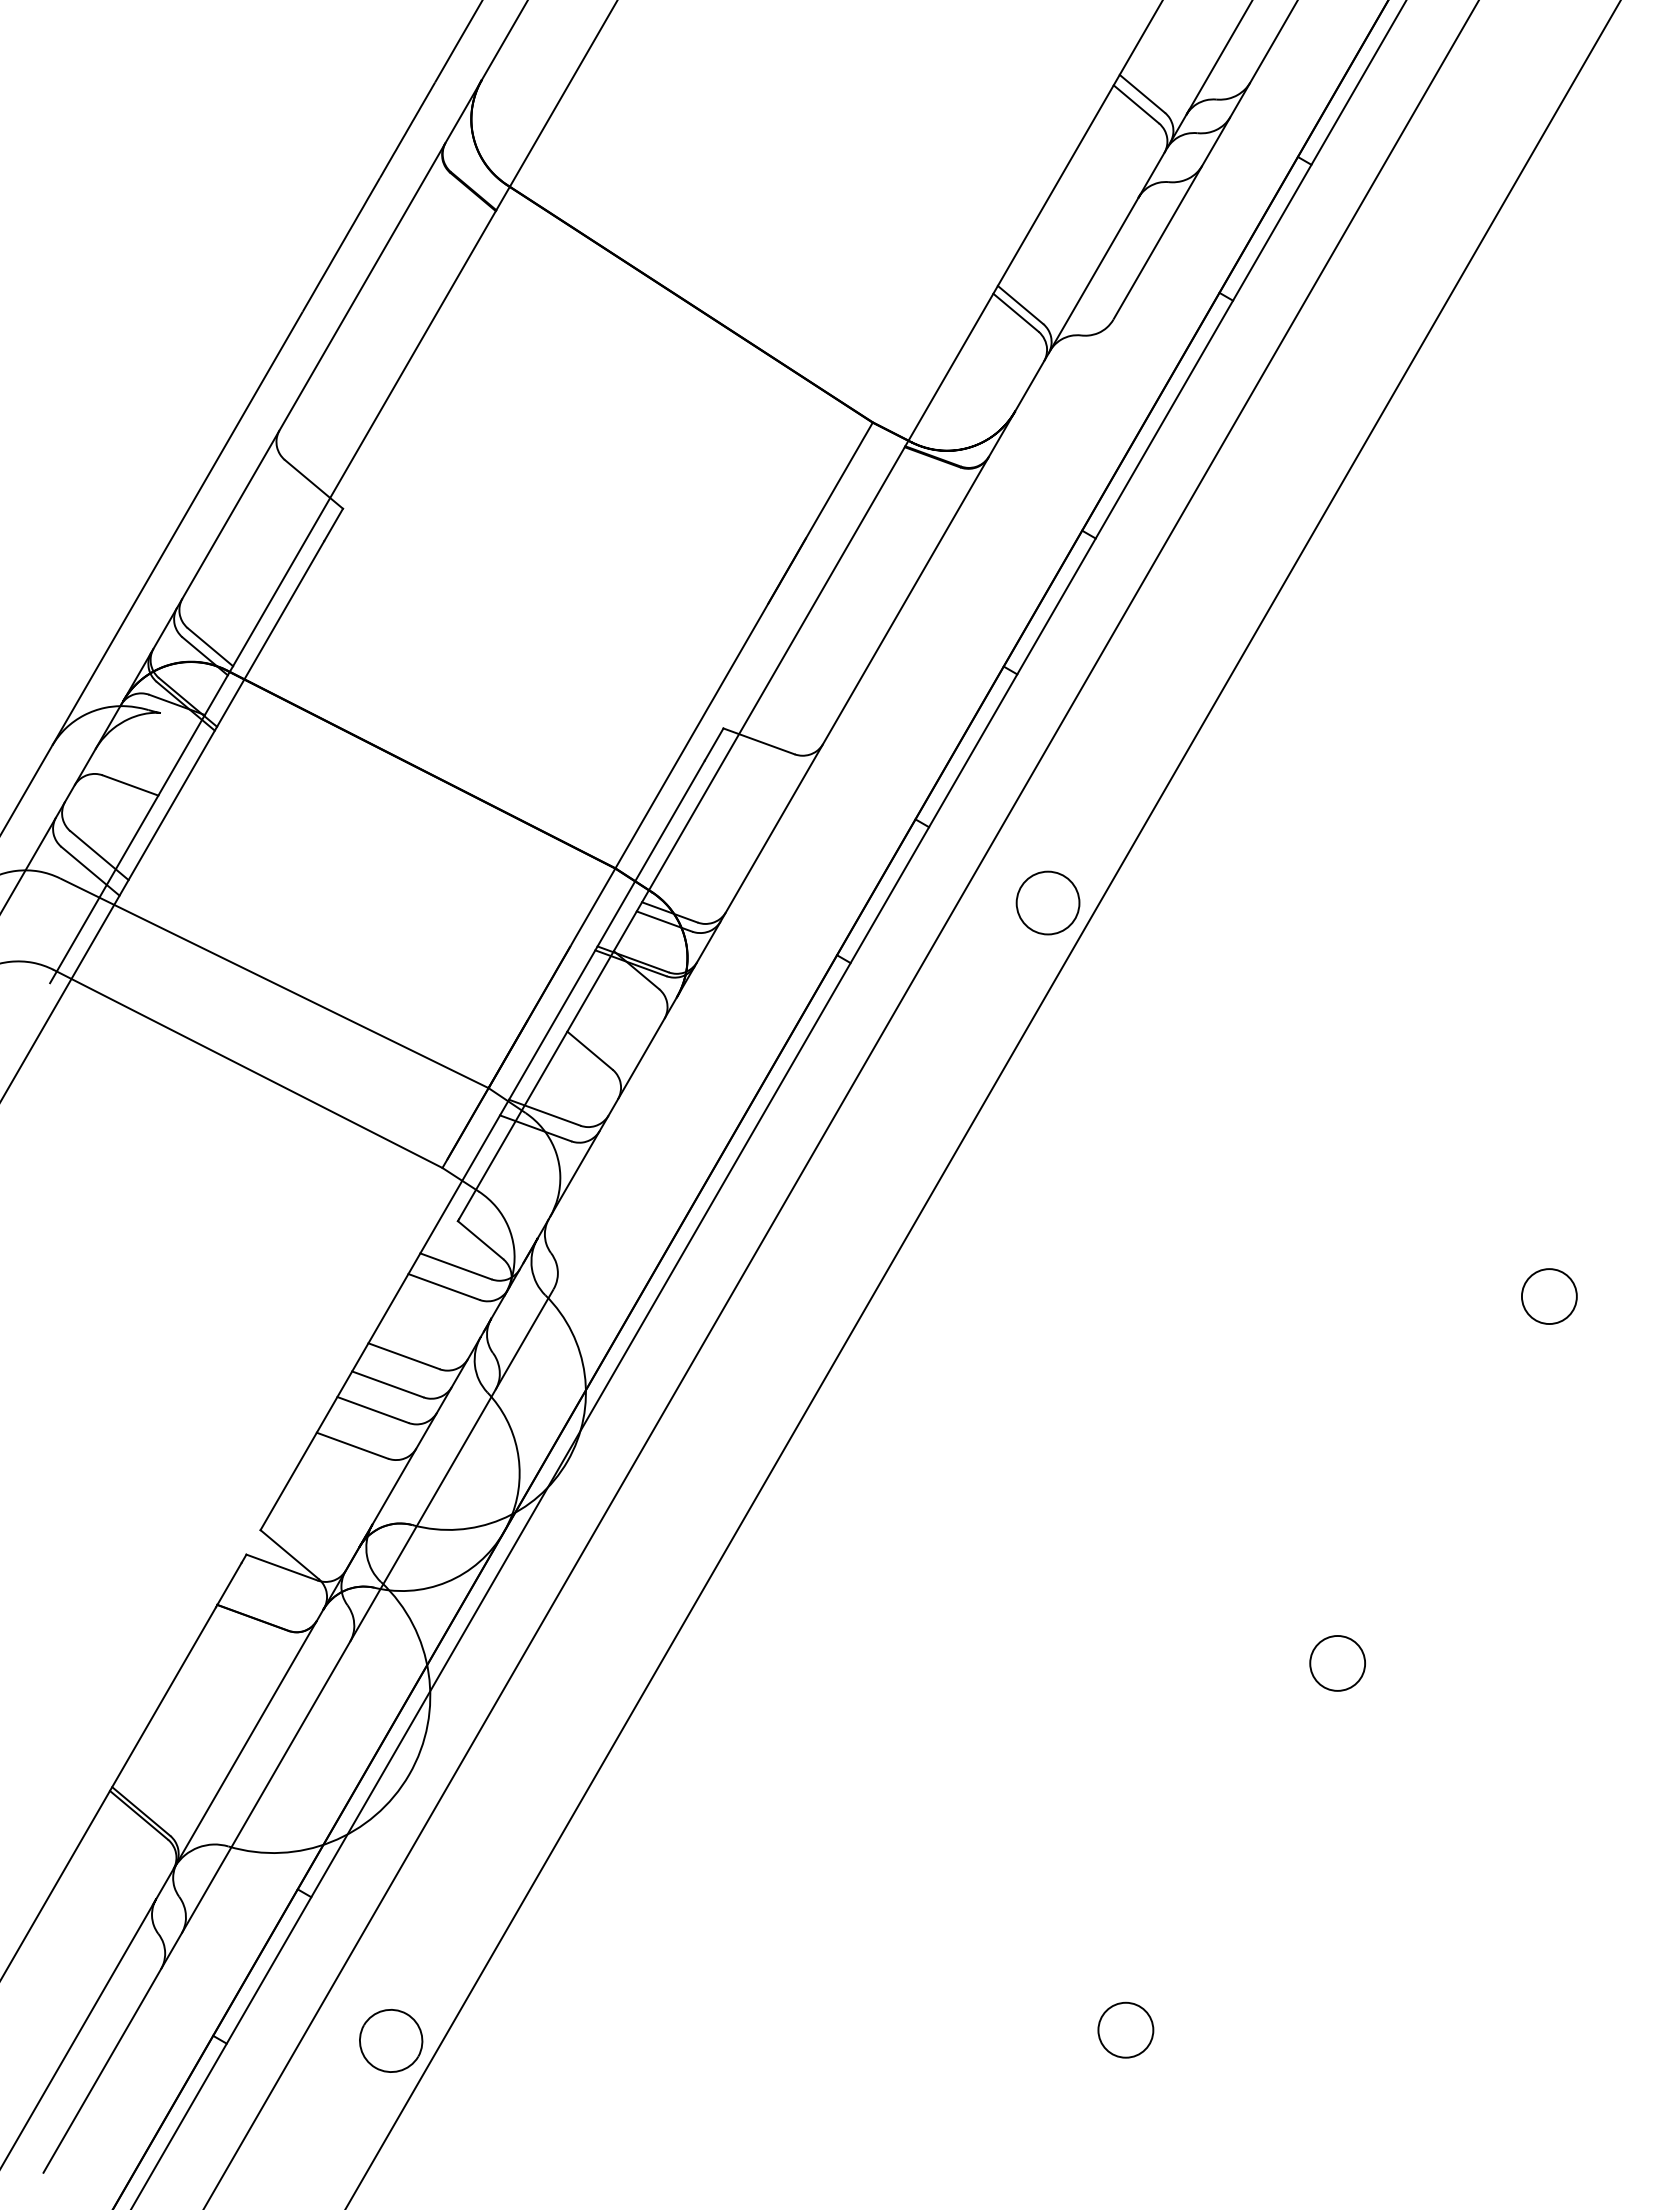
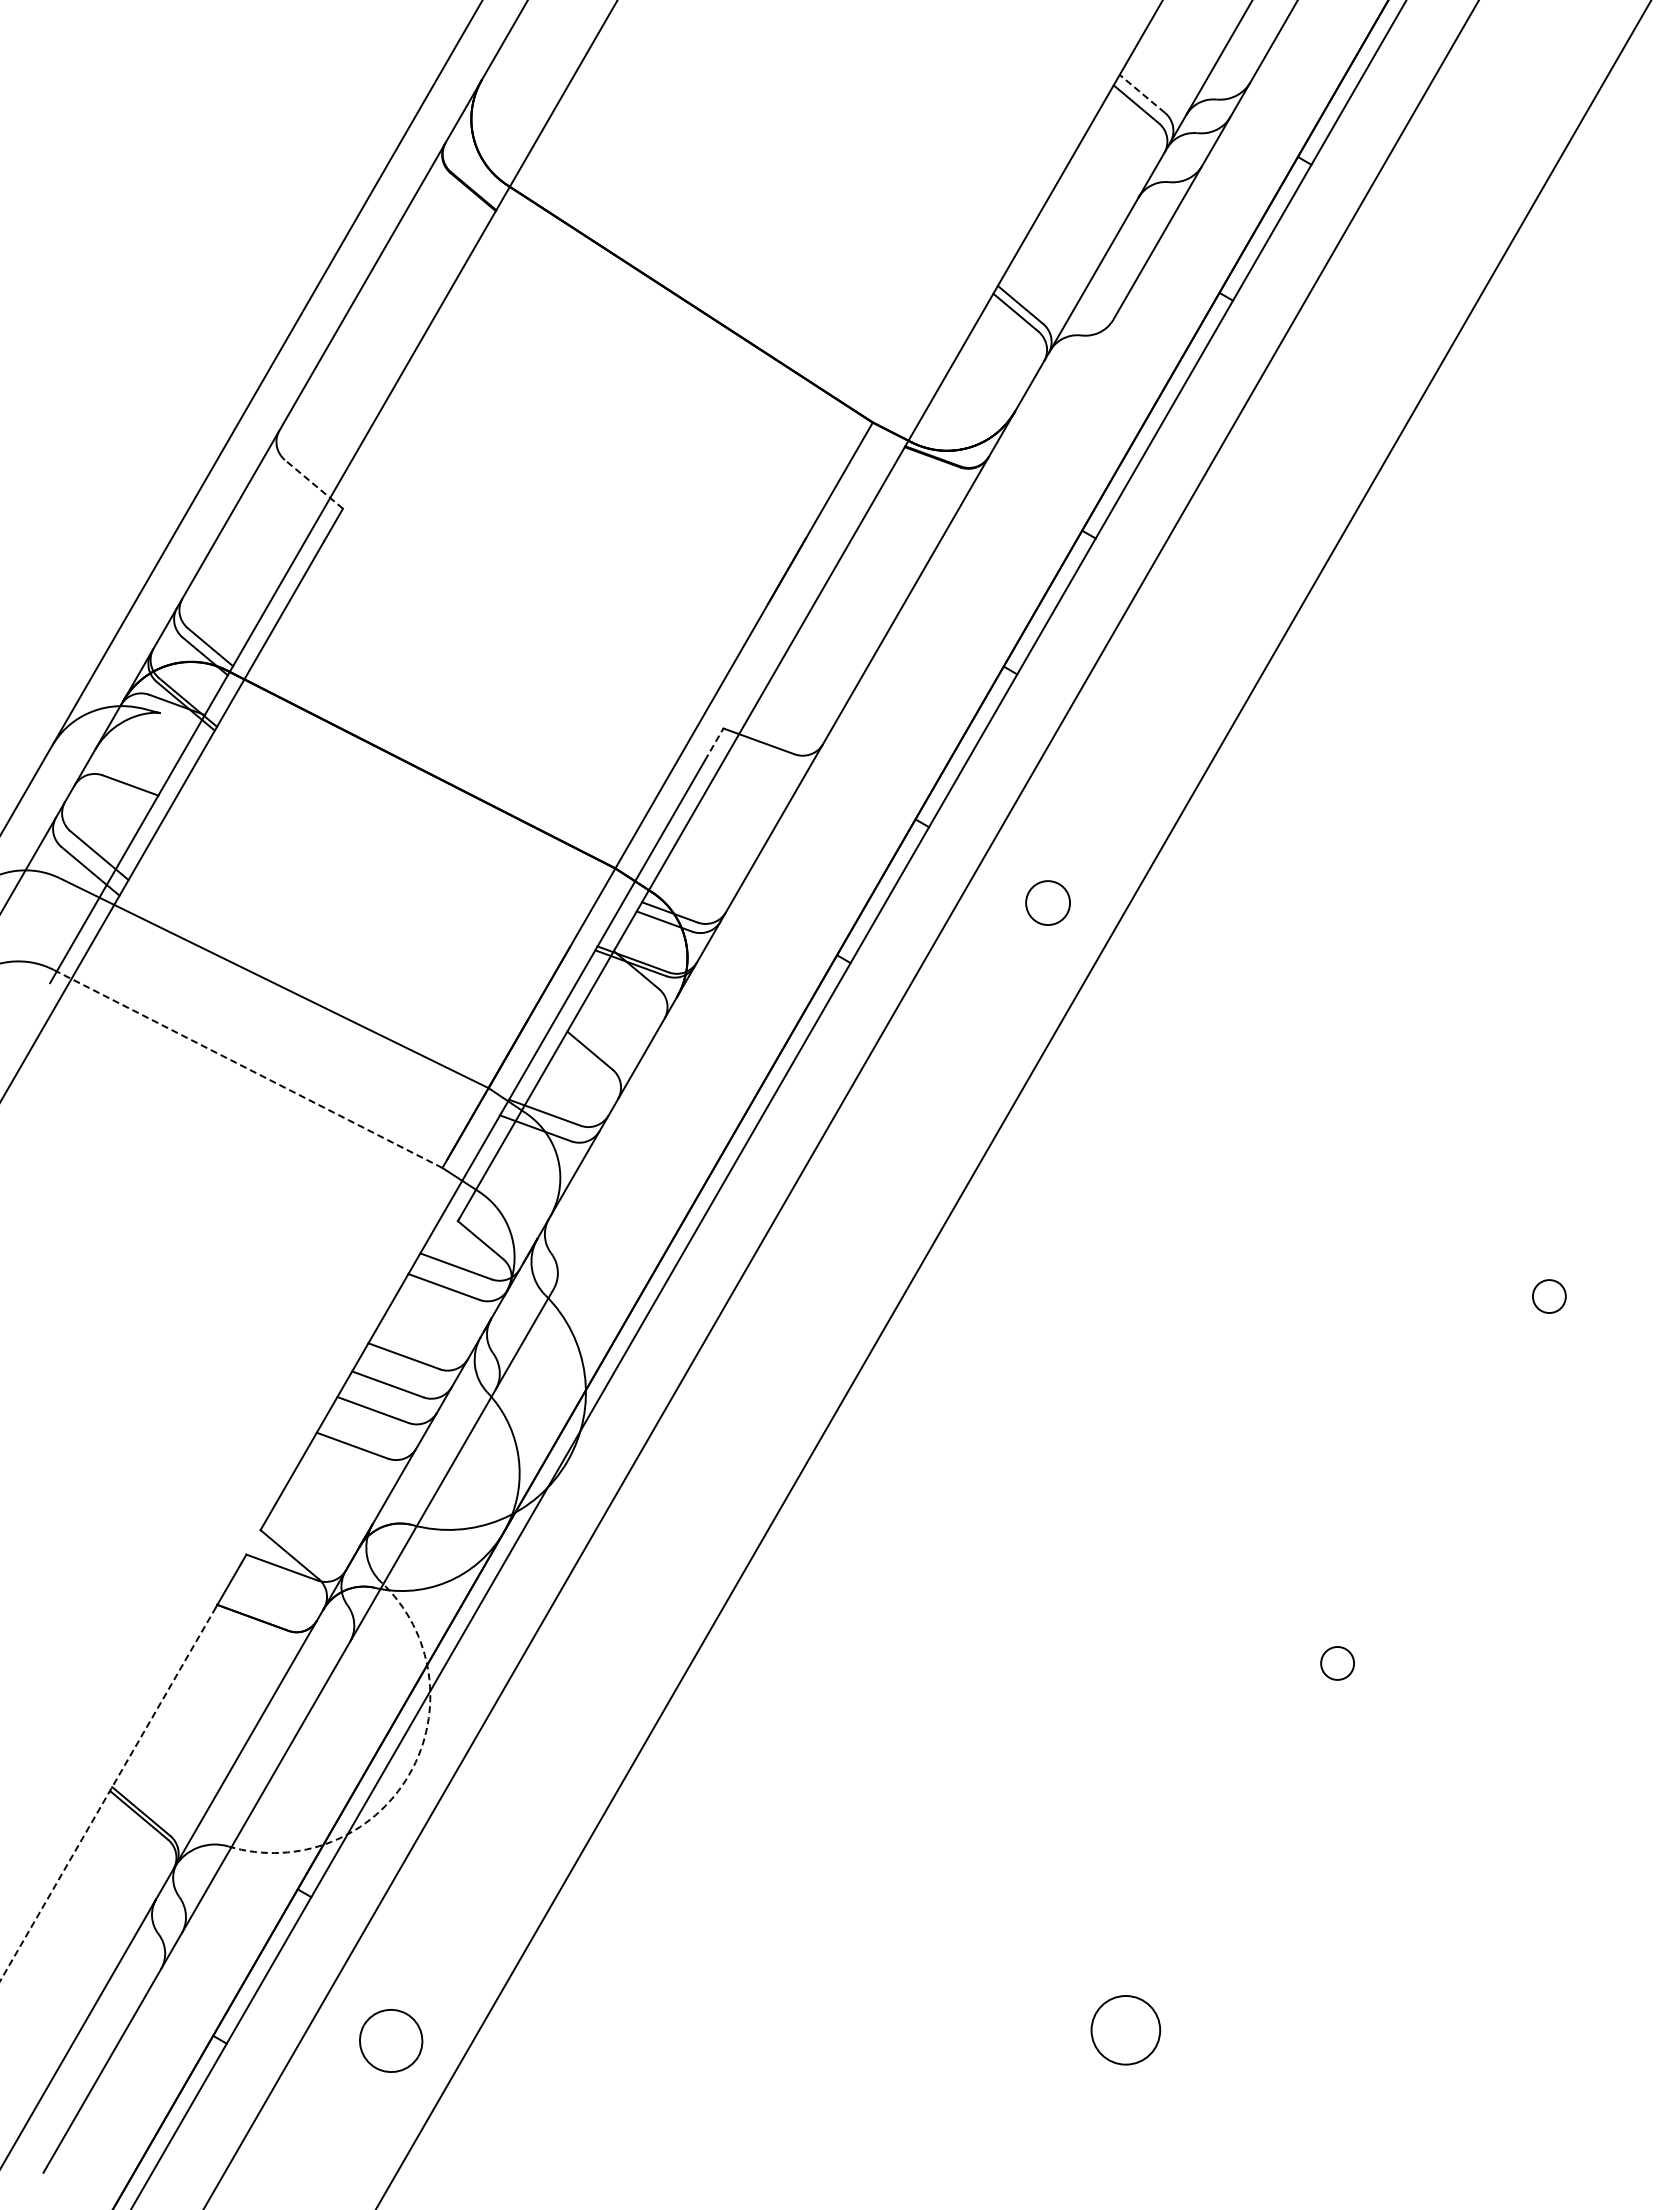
line at (1142, 93): solid -> dashed
line at (313, 484): solid -> dashed
line at (714, 744): solid -> dashed
circle at (1047, 902) diameter: 63 px -> 44 px
line at (247, 1068): solid -> dashed
line at (982, 1104) position: (982, 1104) -> (1013, 1104)
circle at (1548, 1296) diameter: 55 px -> 33 px
circle at (1337, 1663) size: 57x57 px -> 35x35 px
arc at (409, 1774): solid -> dashed
line at (108, 1794): solid -> dashed
circle at (1125, 2029) size: 58x58 px -> 72x71 px
